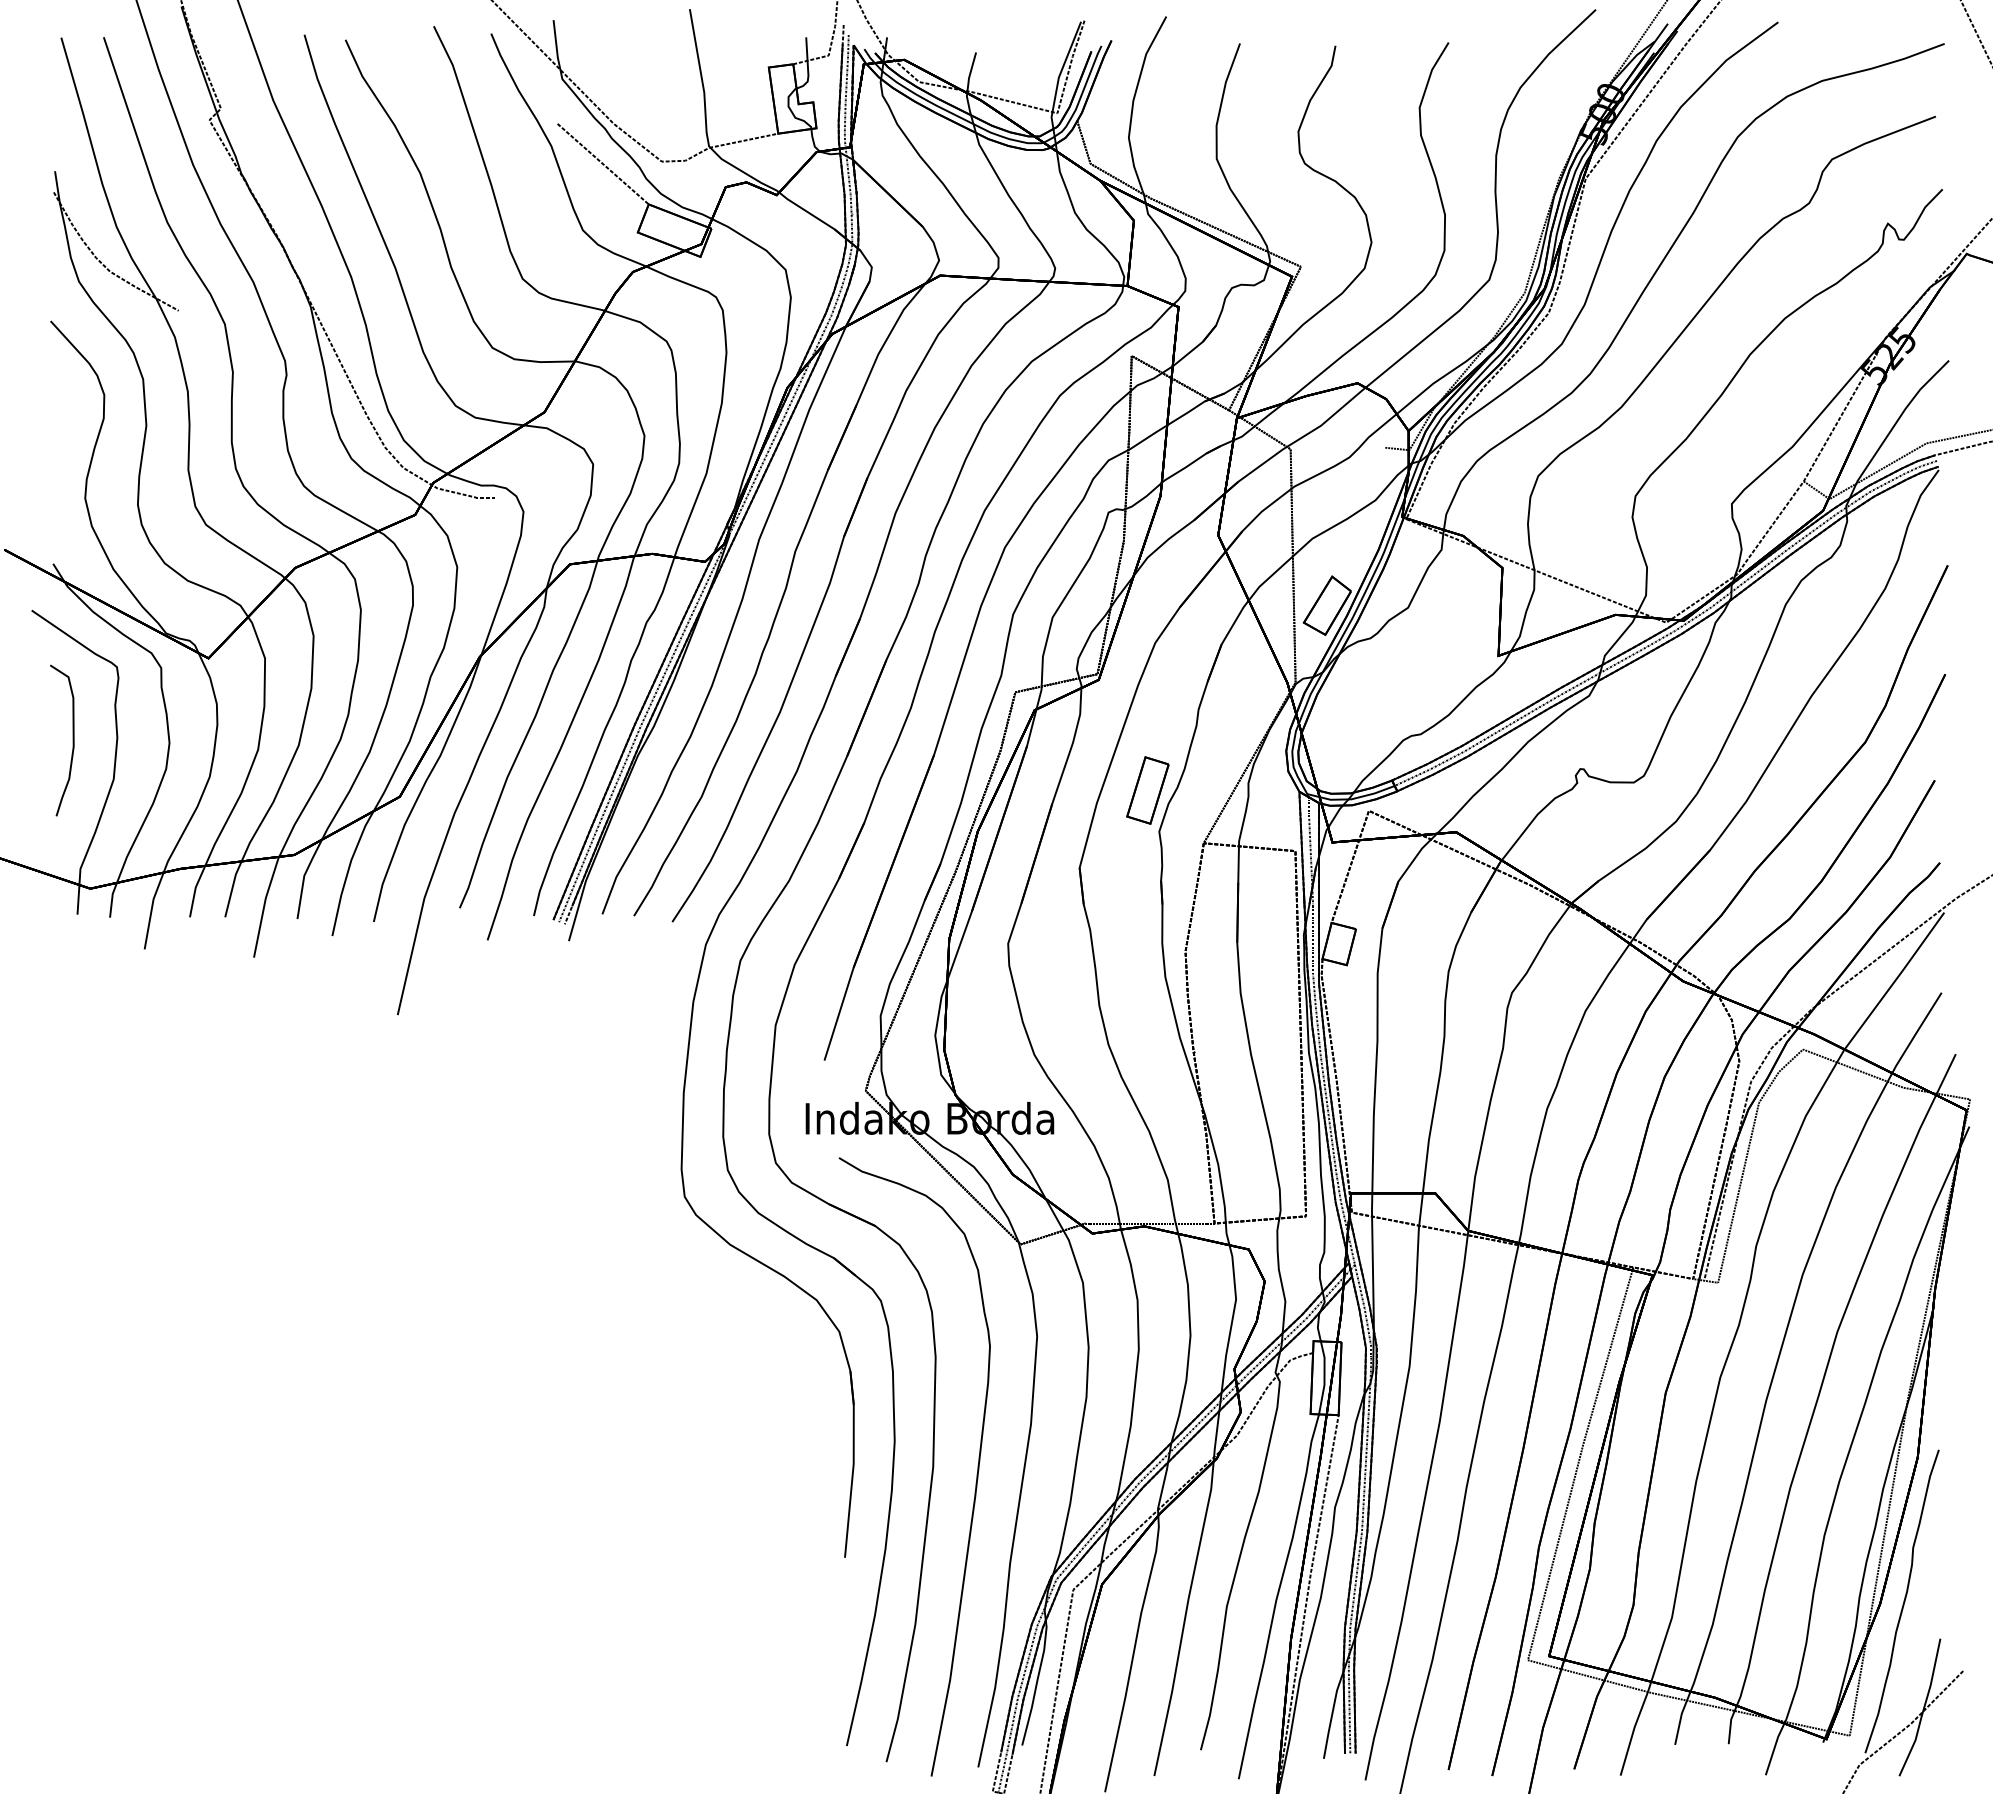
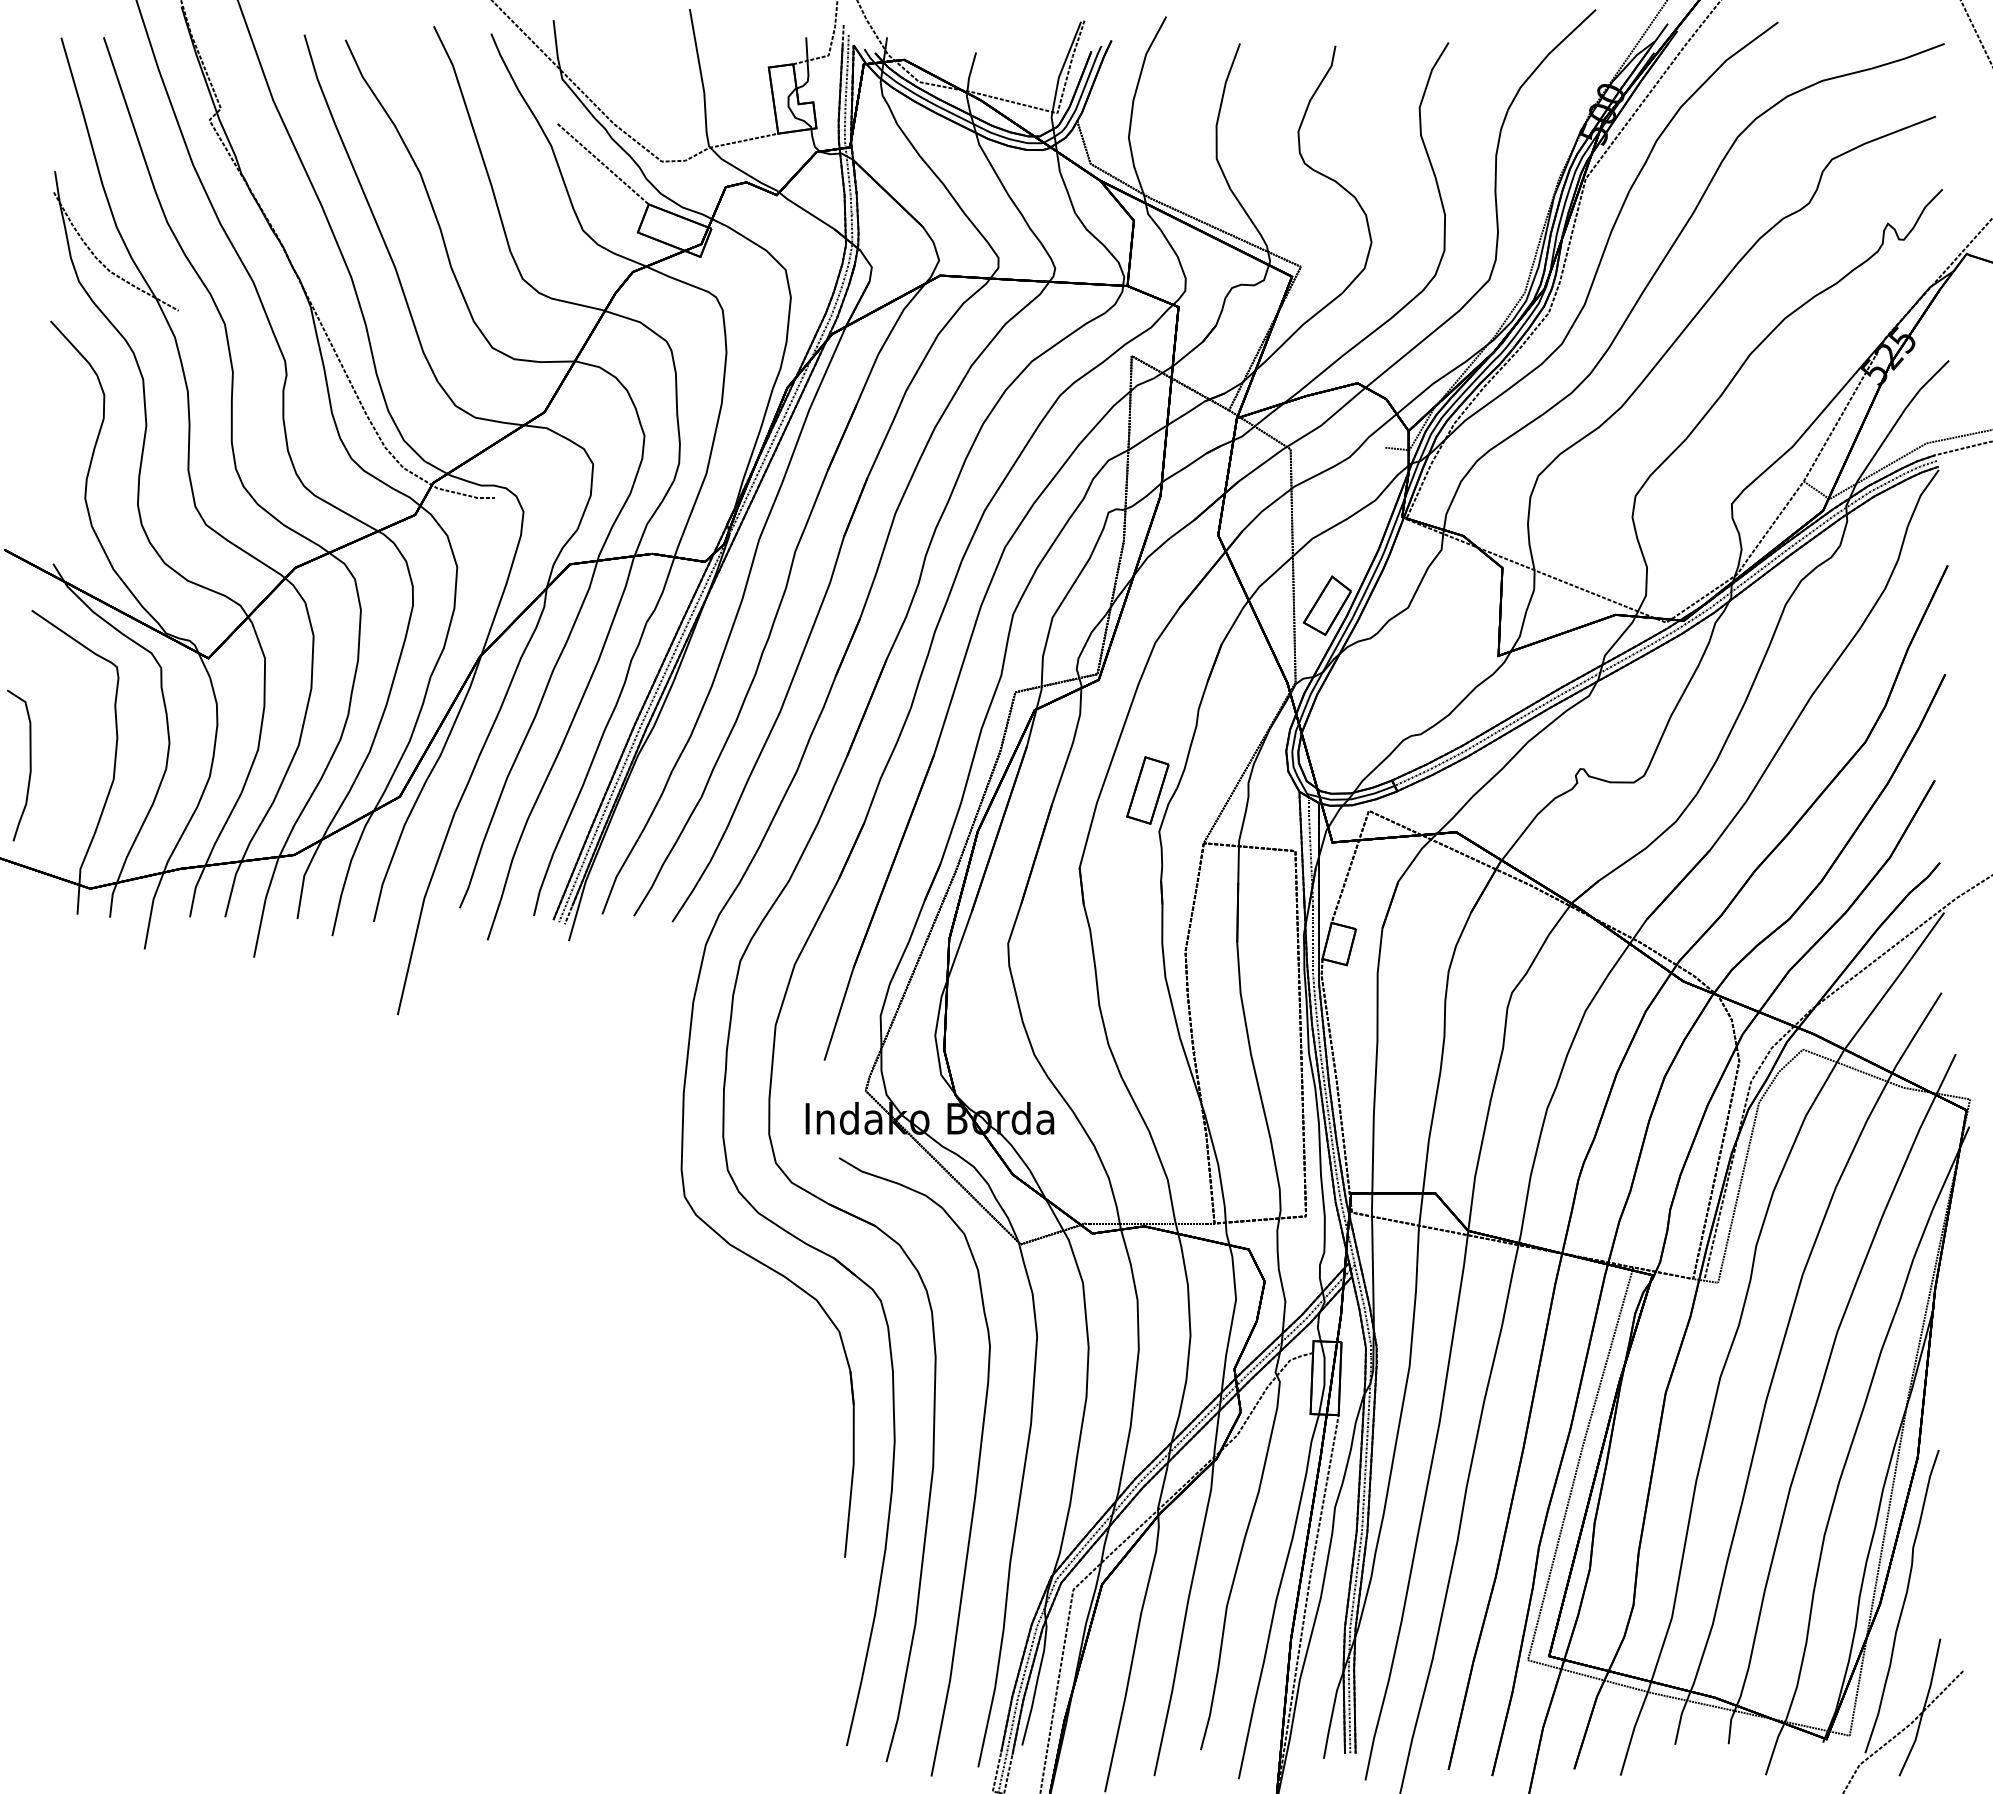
curve at (72, 740) position: (72, 740) -> (29, 765)
